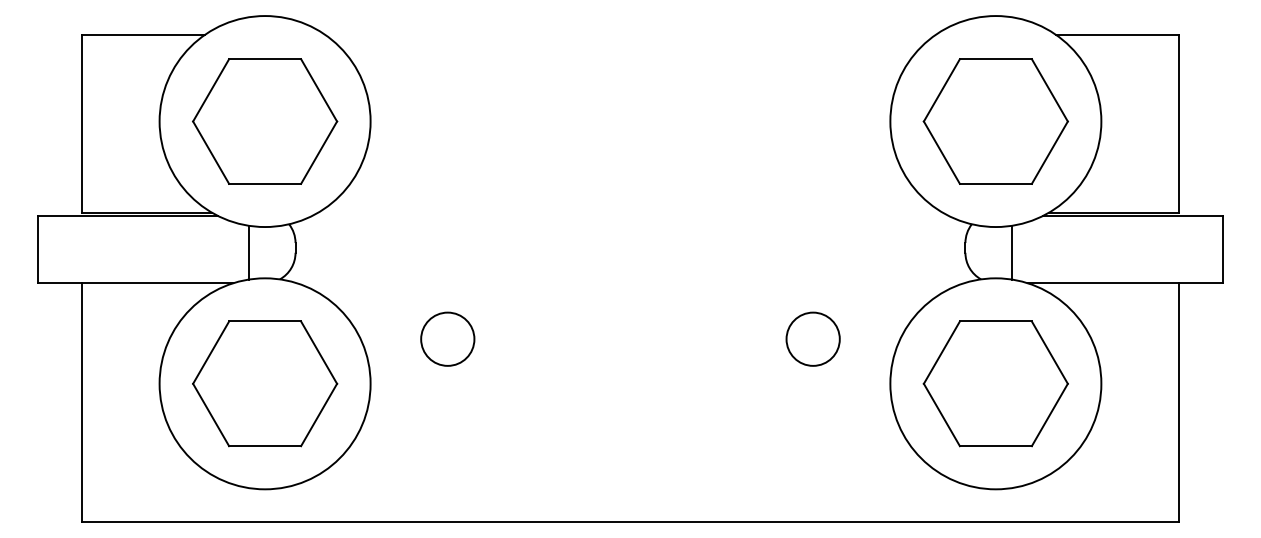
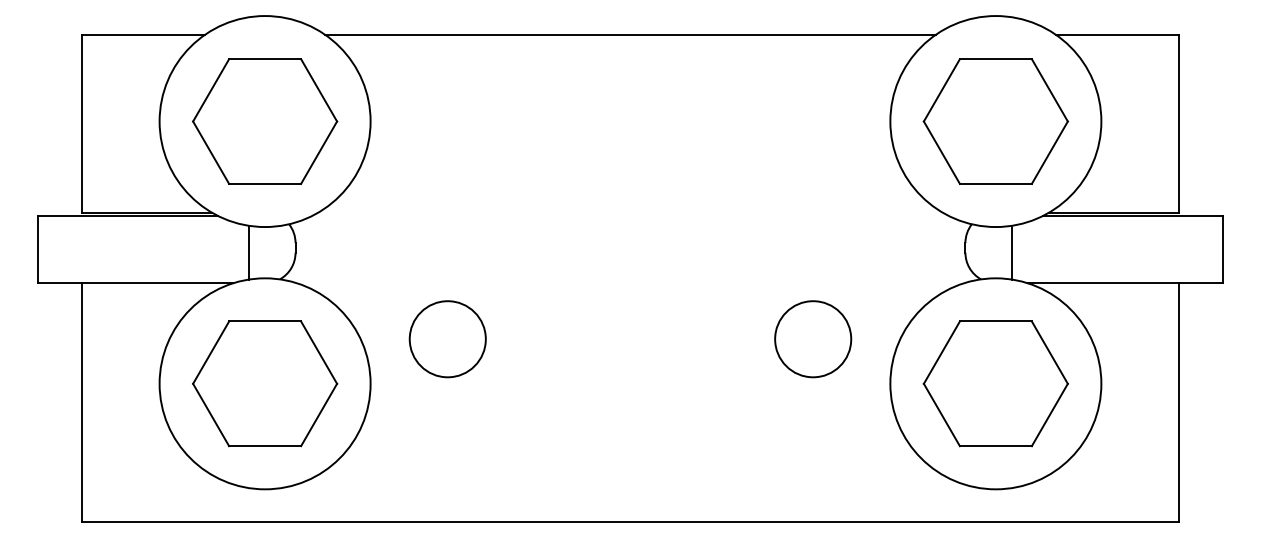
line at (630, 34): none -> present
circle at (447, 338) diameter: 53 px -> 76 px
circle at (812, 338) diameter: 53 px -> 76 px
